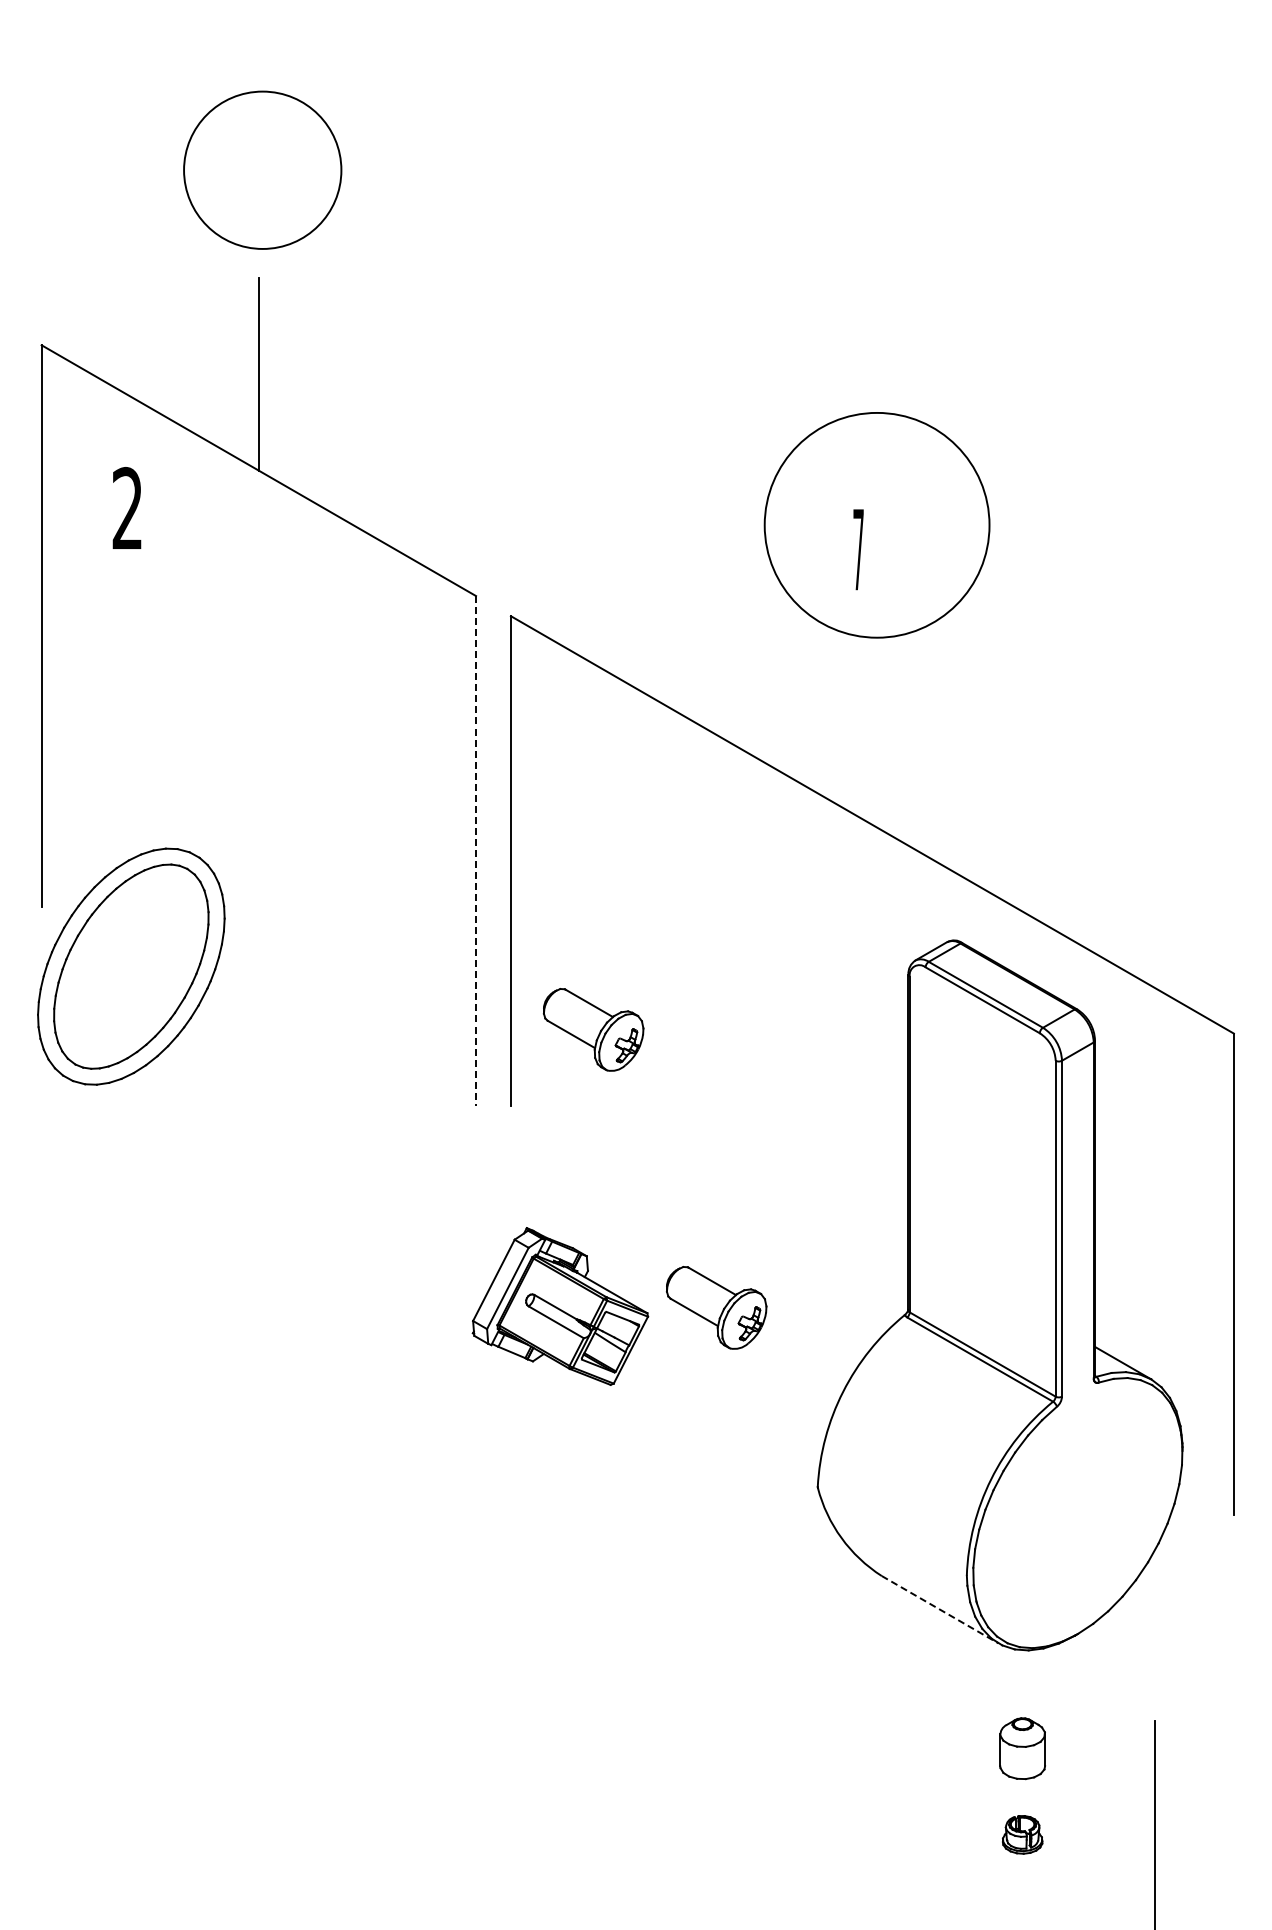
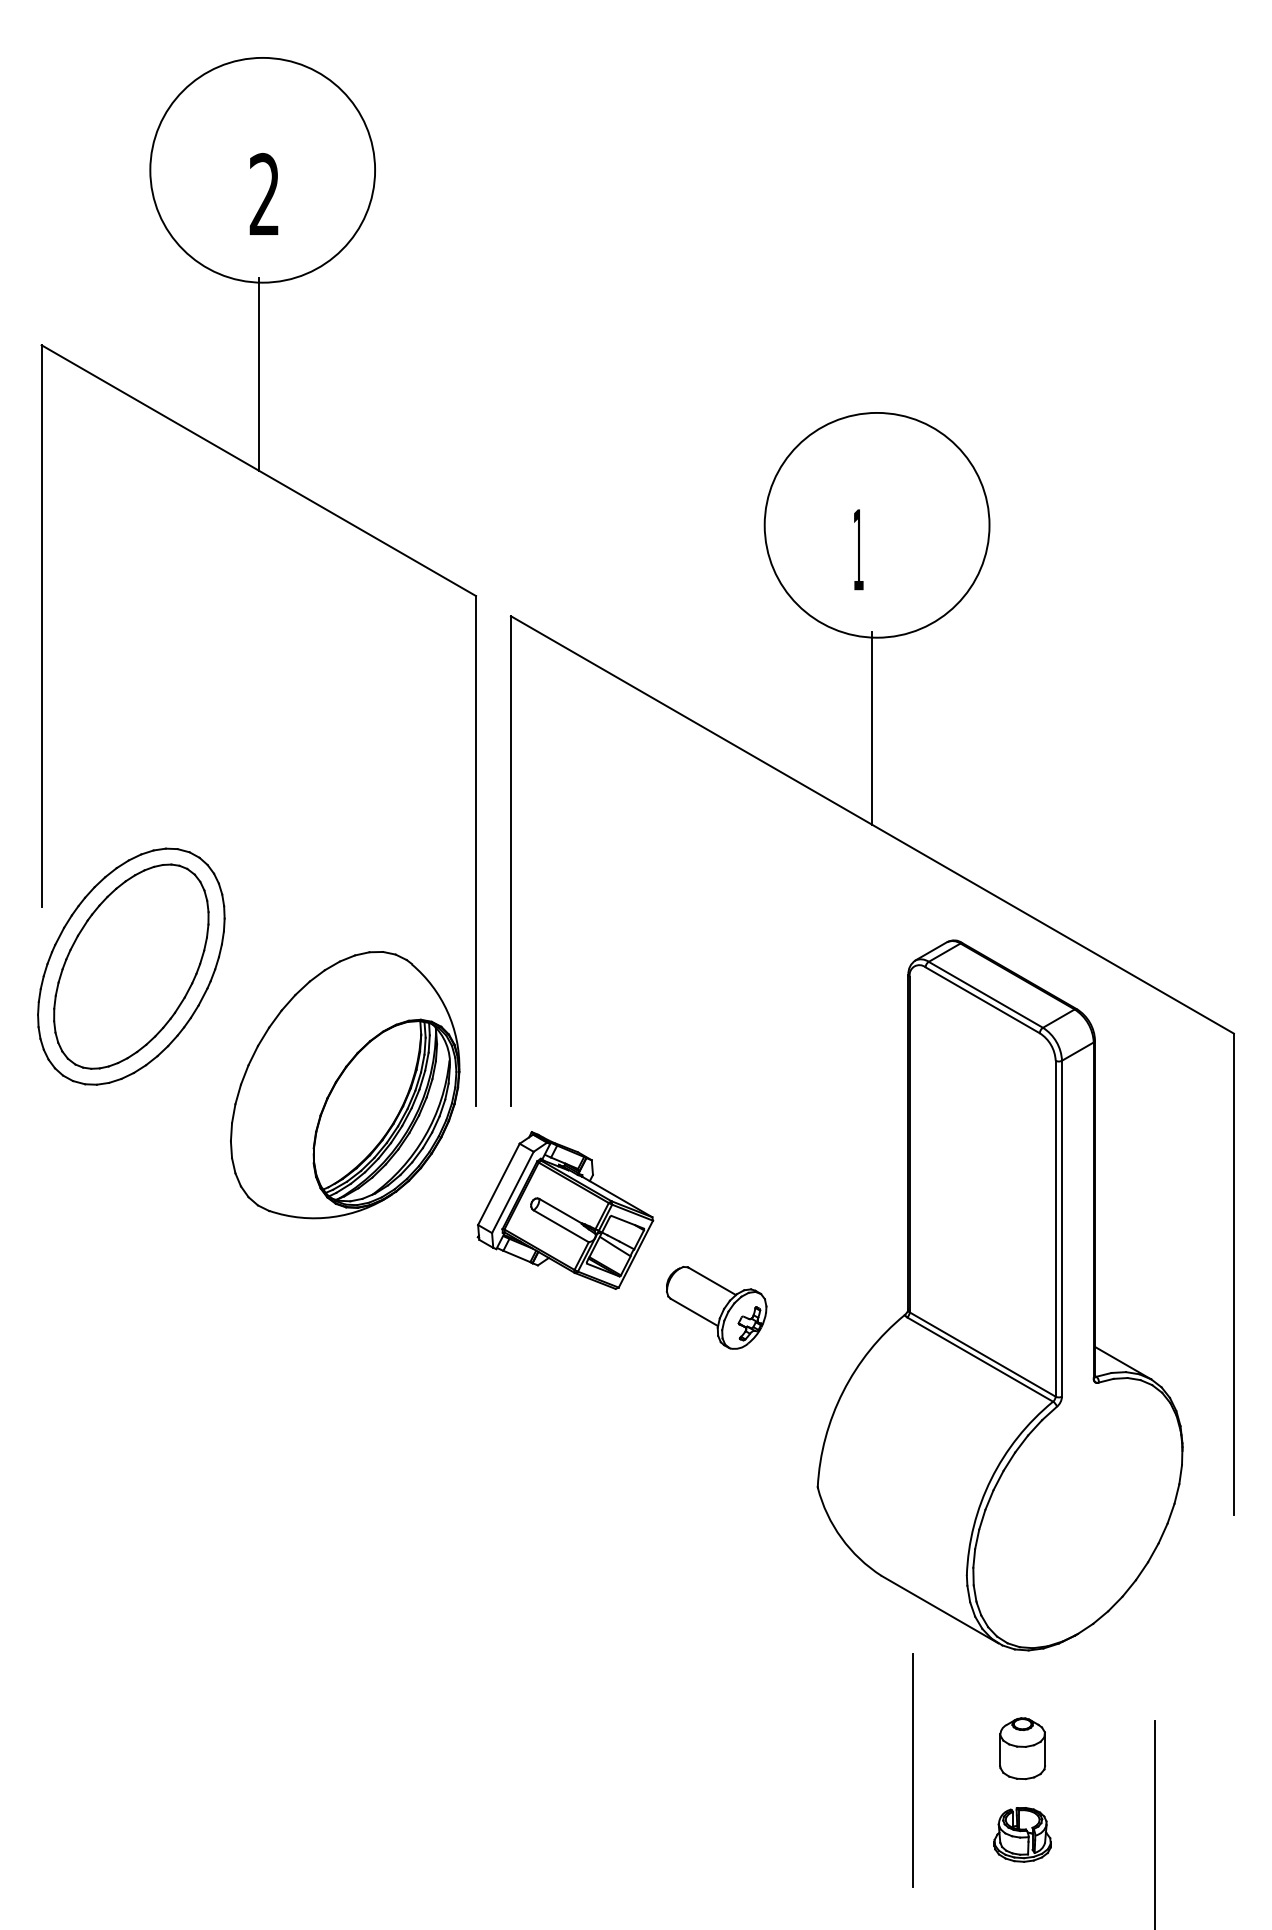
circle at (262, 169) diameter: 157 px -> 225 px
text at (126, 507) position: (126, 507) -> (263, 193)
text at (858, 549): 7 -> 1
line at (872, 727): none -> present
line at (476, 851): dashed -> solid
part at (593, 1029): present -> none
part at (345, 1085): none -> present
part at (560, 1306) position: (560, 1306) -> (565, 1210)
line at (940, 1609): dashed -> solid
line at (912, 1769): none -> present
part at (1022, 1834) size: 42x40 px -> 59x56 px
